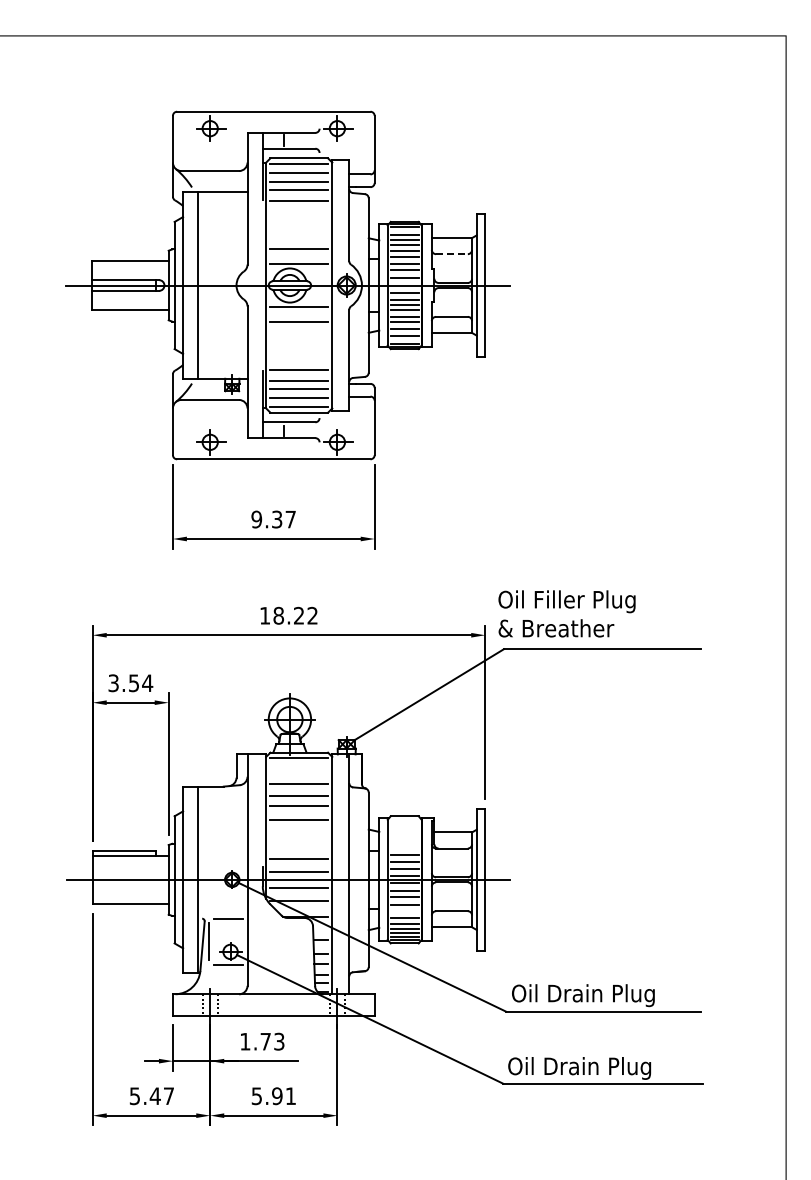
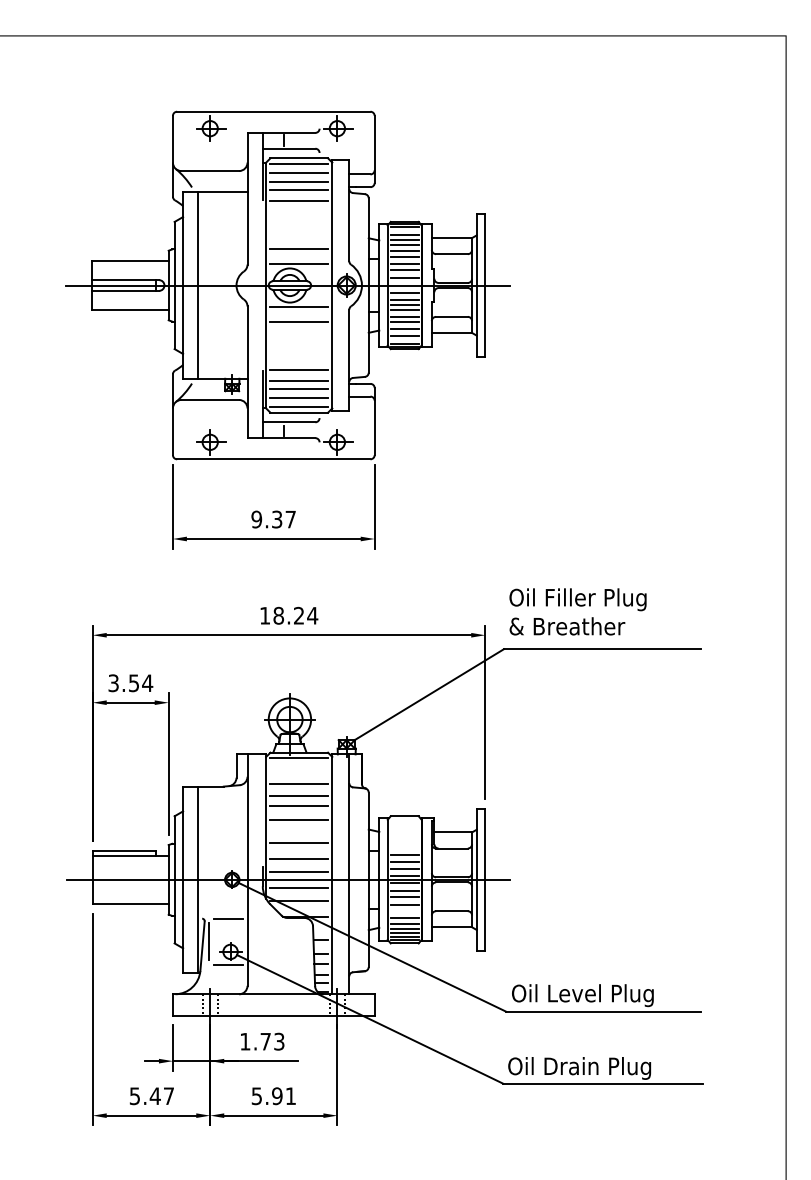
line at (451, 254): dashed -> solid
text at (566, 613) position: (566, 613) -> (577, 611)
text at (312, 615): 18.22 -> 18.24
line at (299, 843): none -> present
text at (602, 995): Oil Drain Plug -> Oil Level Plug
